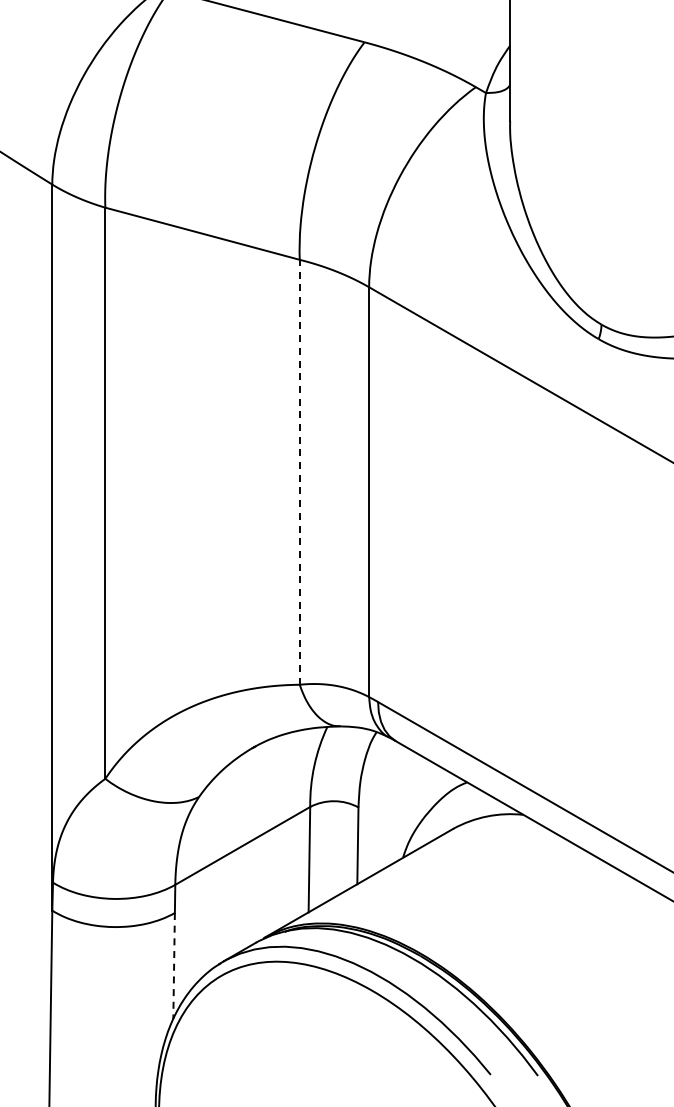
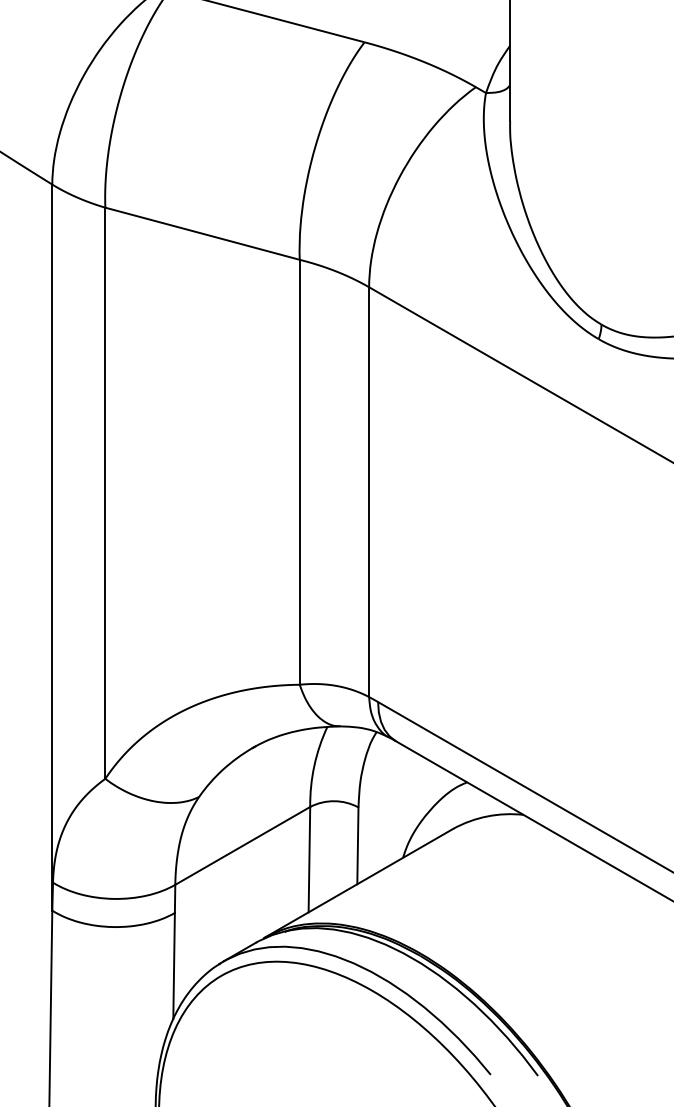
line at (299, 471): dashed -> solid
line at (174, 966): dashed -> solid
